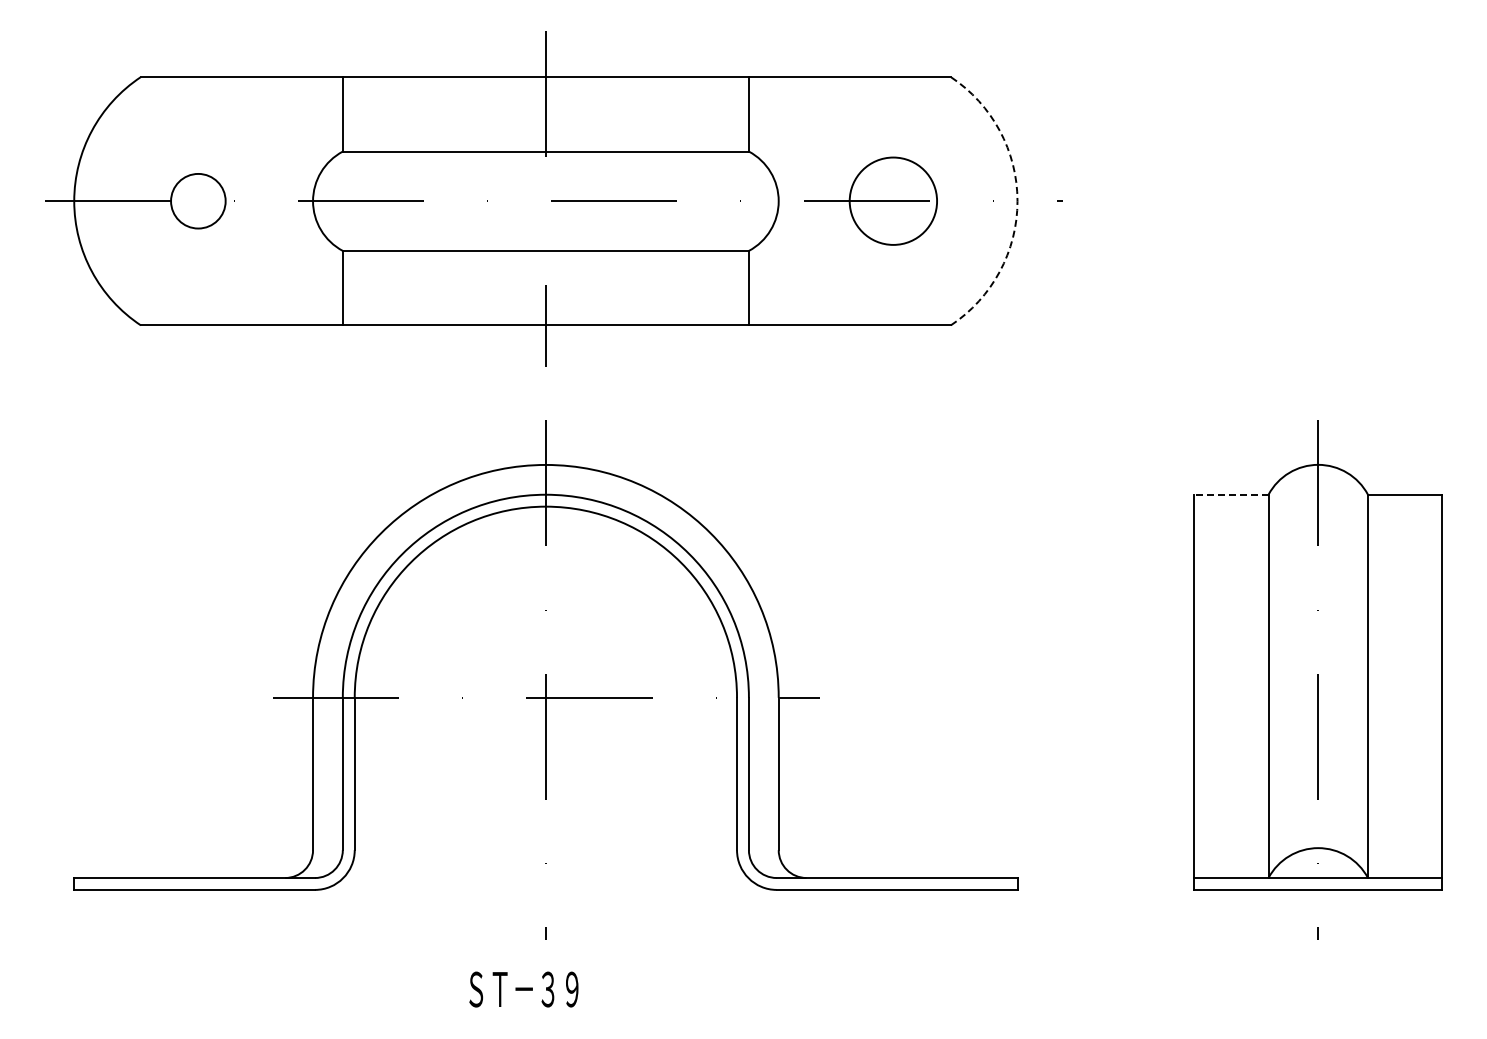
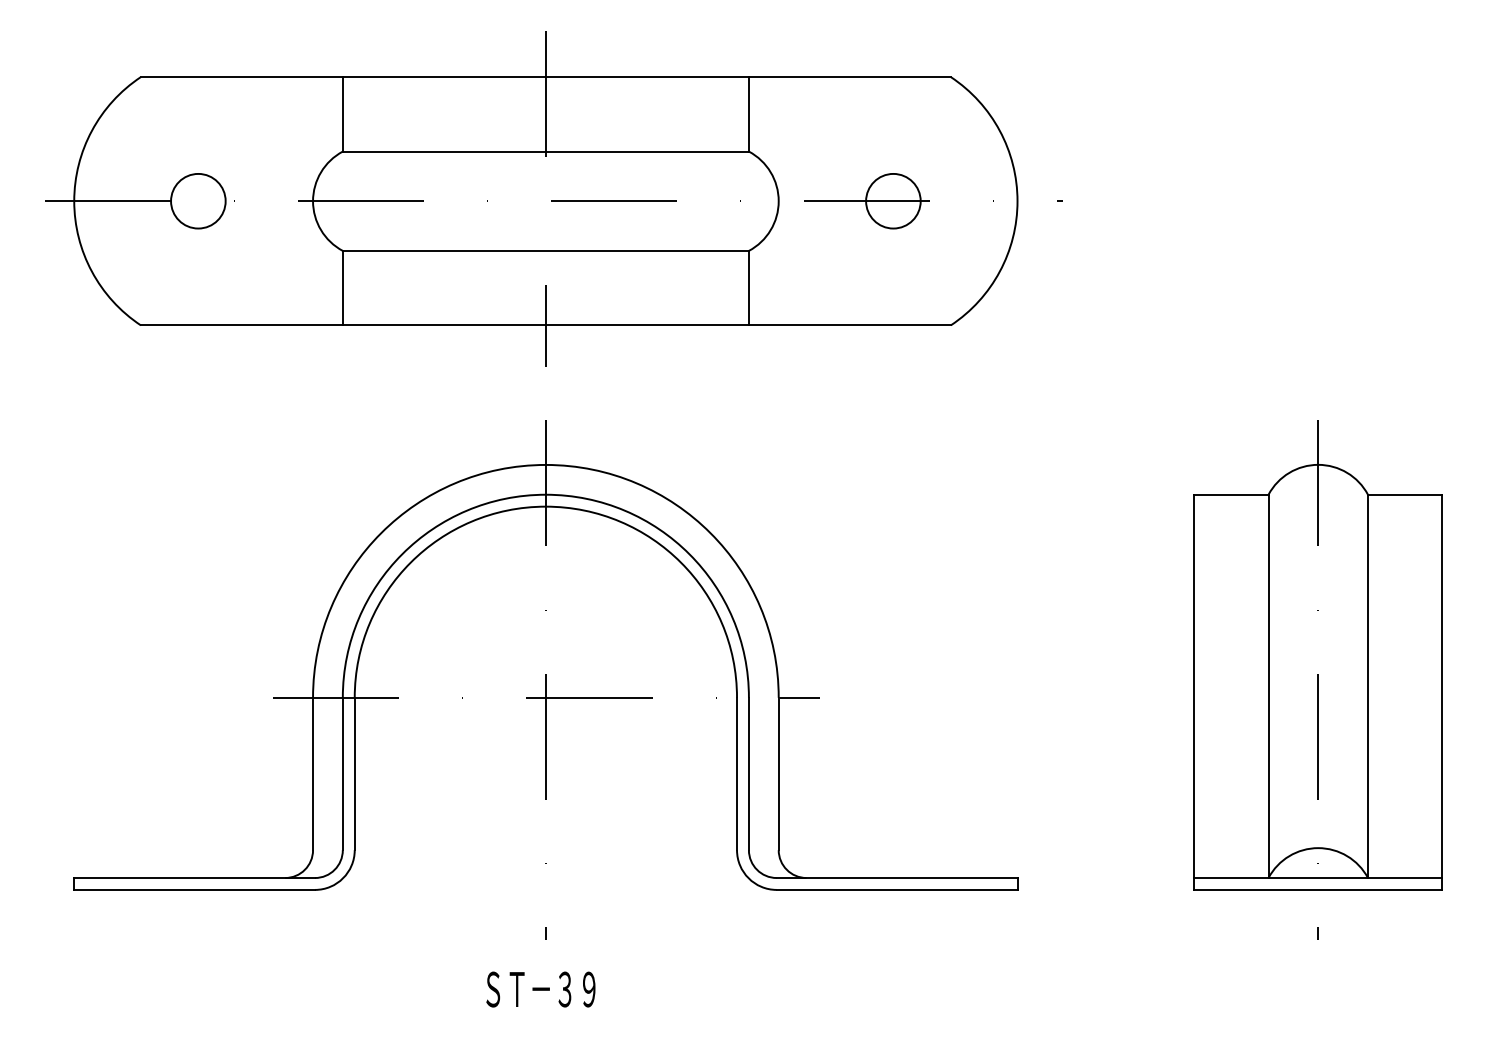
circle at (893, 200) diameter: 87 px -> 55 px
arc at (1017, 201): dashed -> solid
line at (1230, 494): dashed -> solid
text at (523, 989) position: (523, 989) -> (540, 989)
